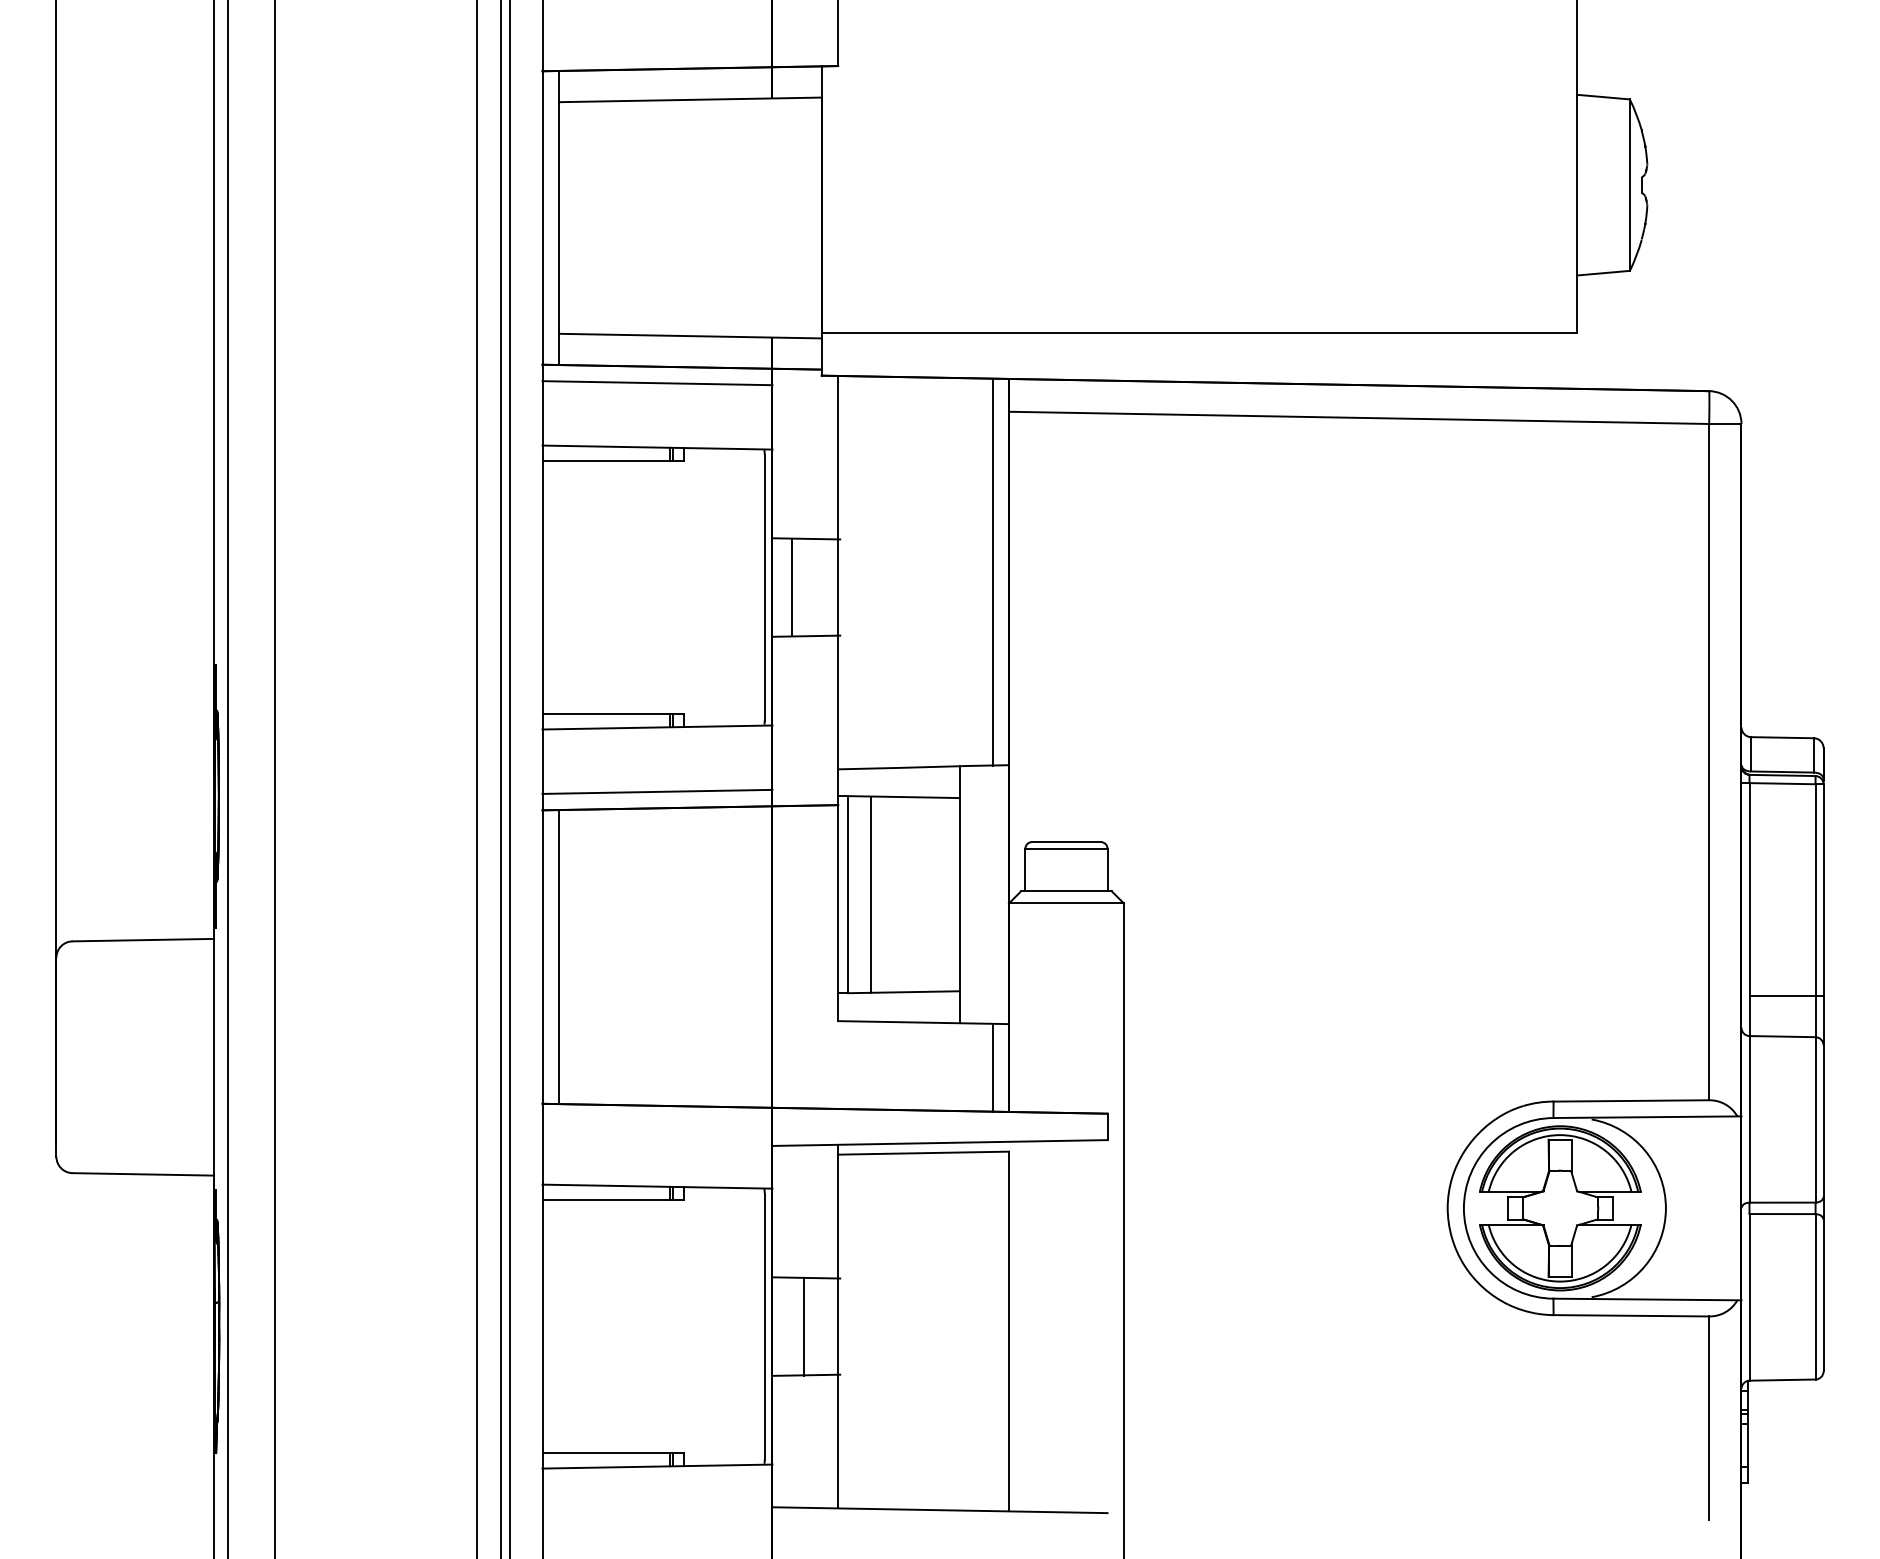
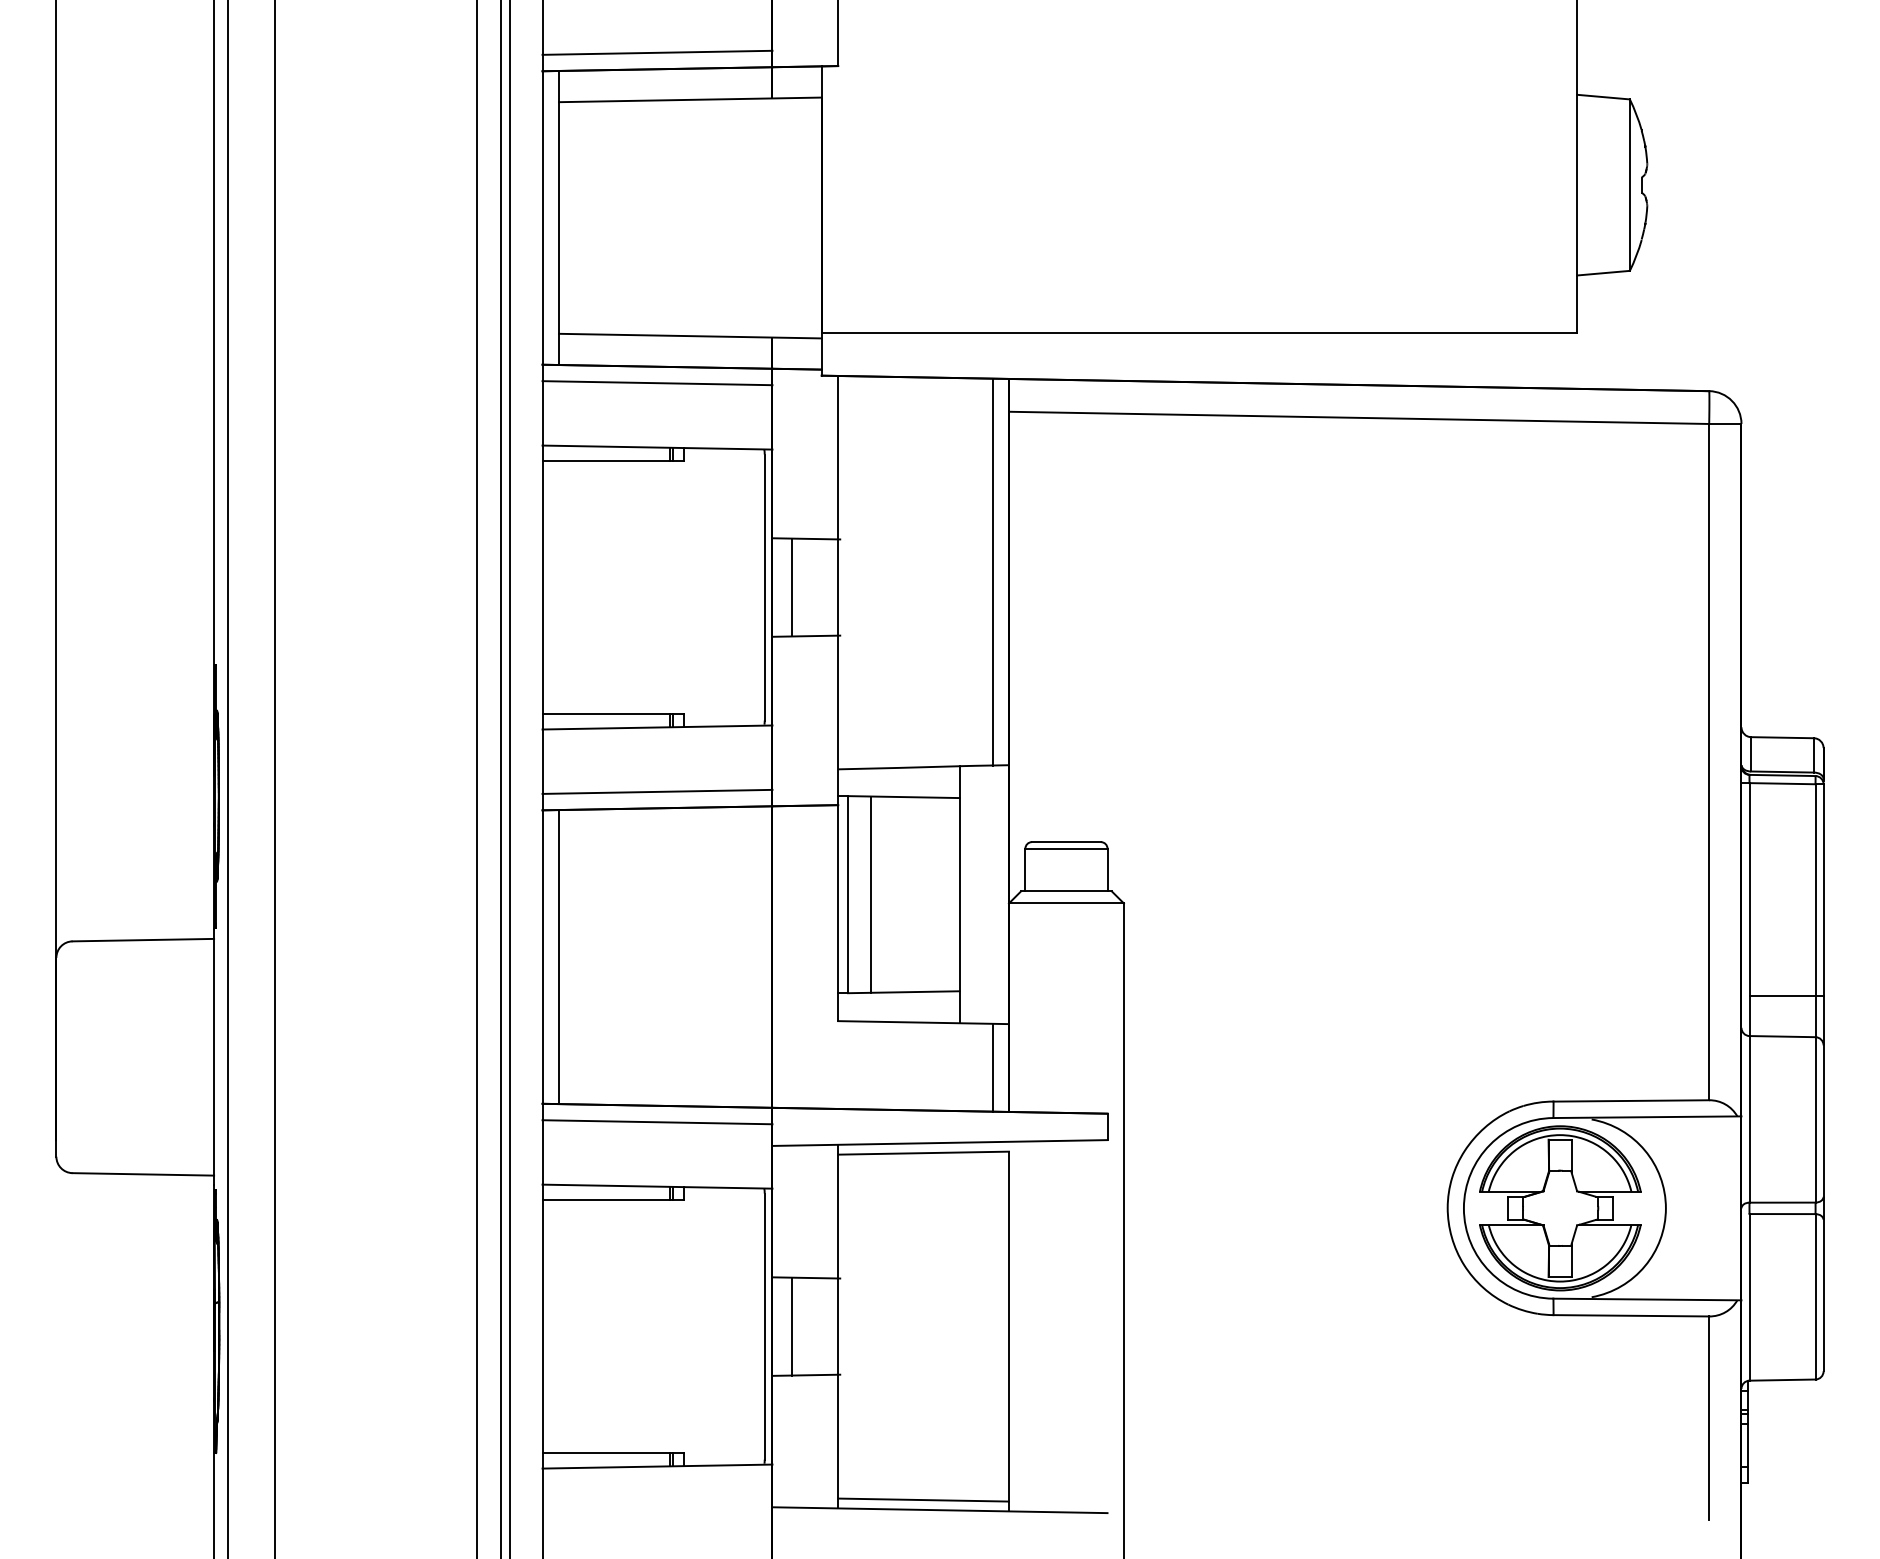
line at (657, 52): none -> present
line at (657, 1122): none -> present
line at (804, 1326) position: (804, 1326) -> (792, 1326)
line at (923, 1499): none -> present
